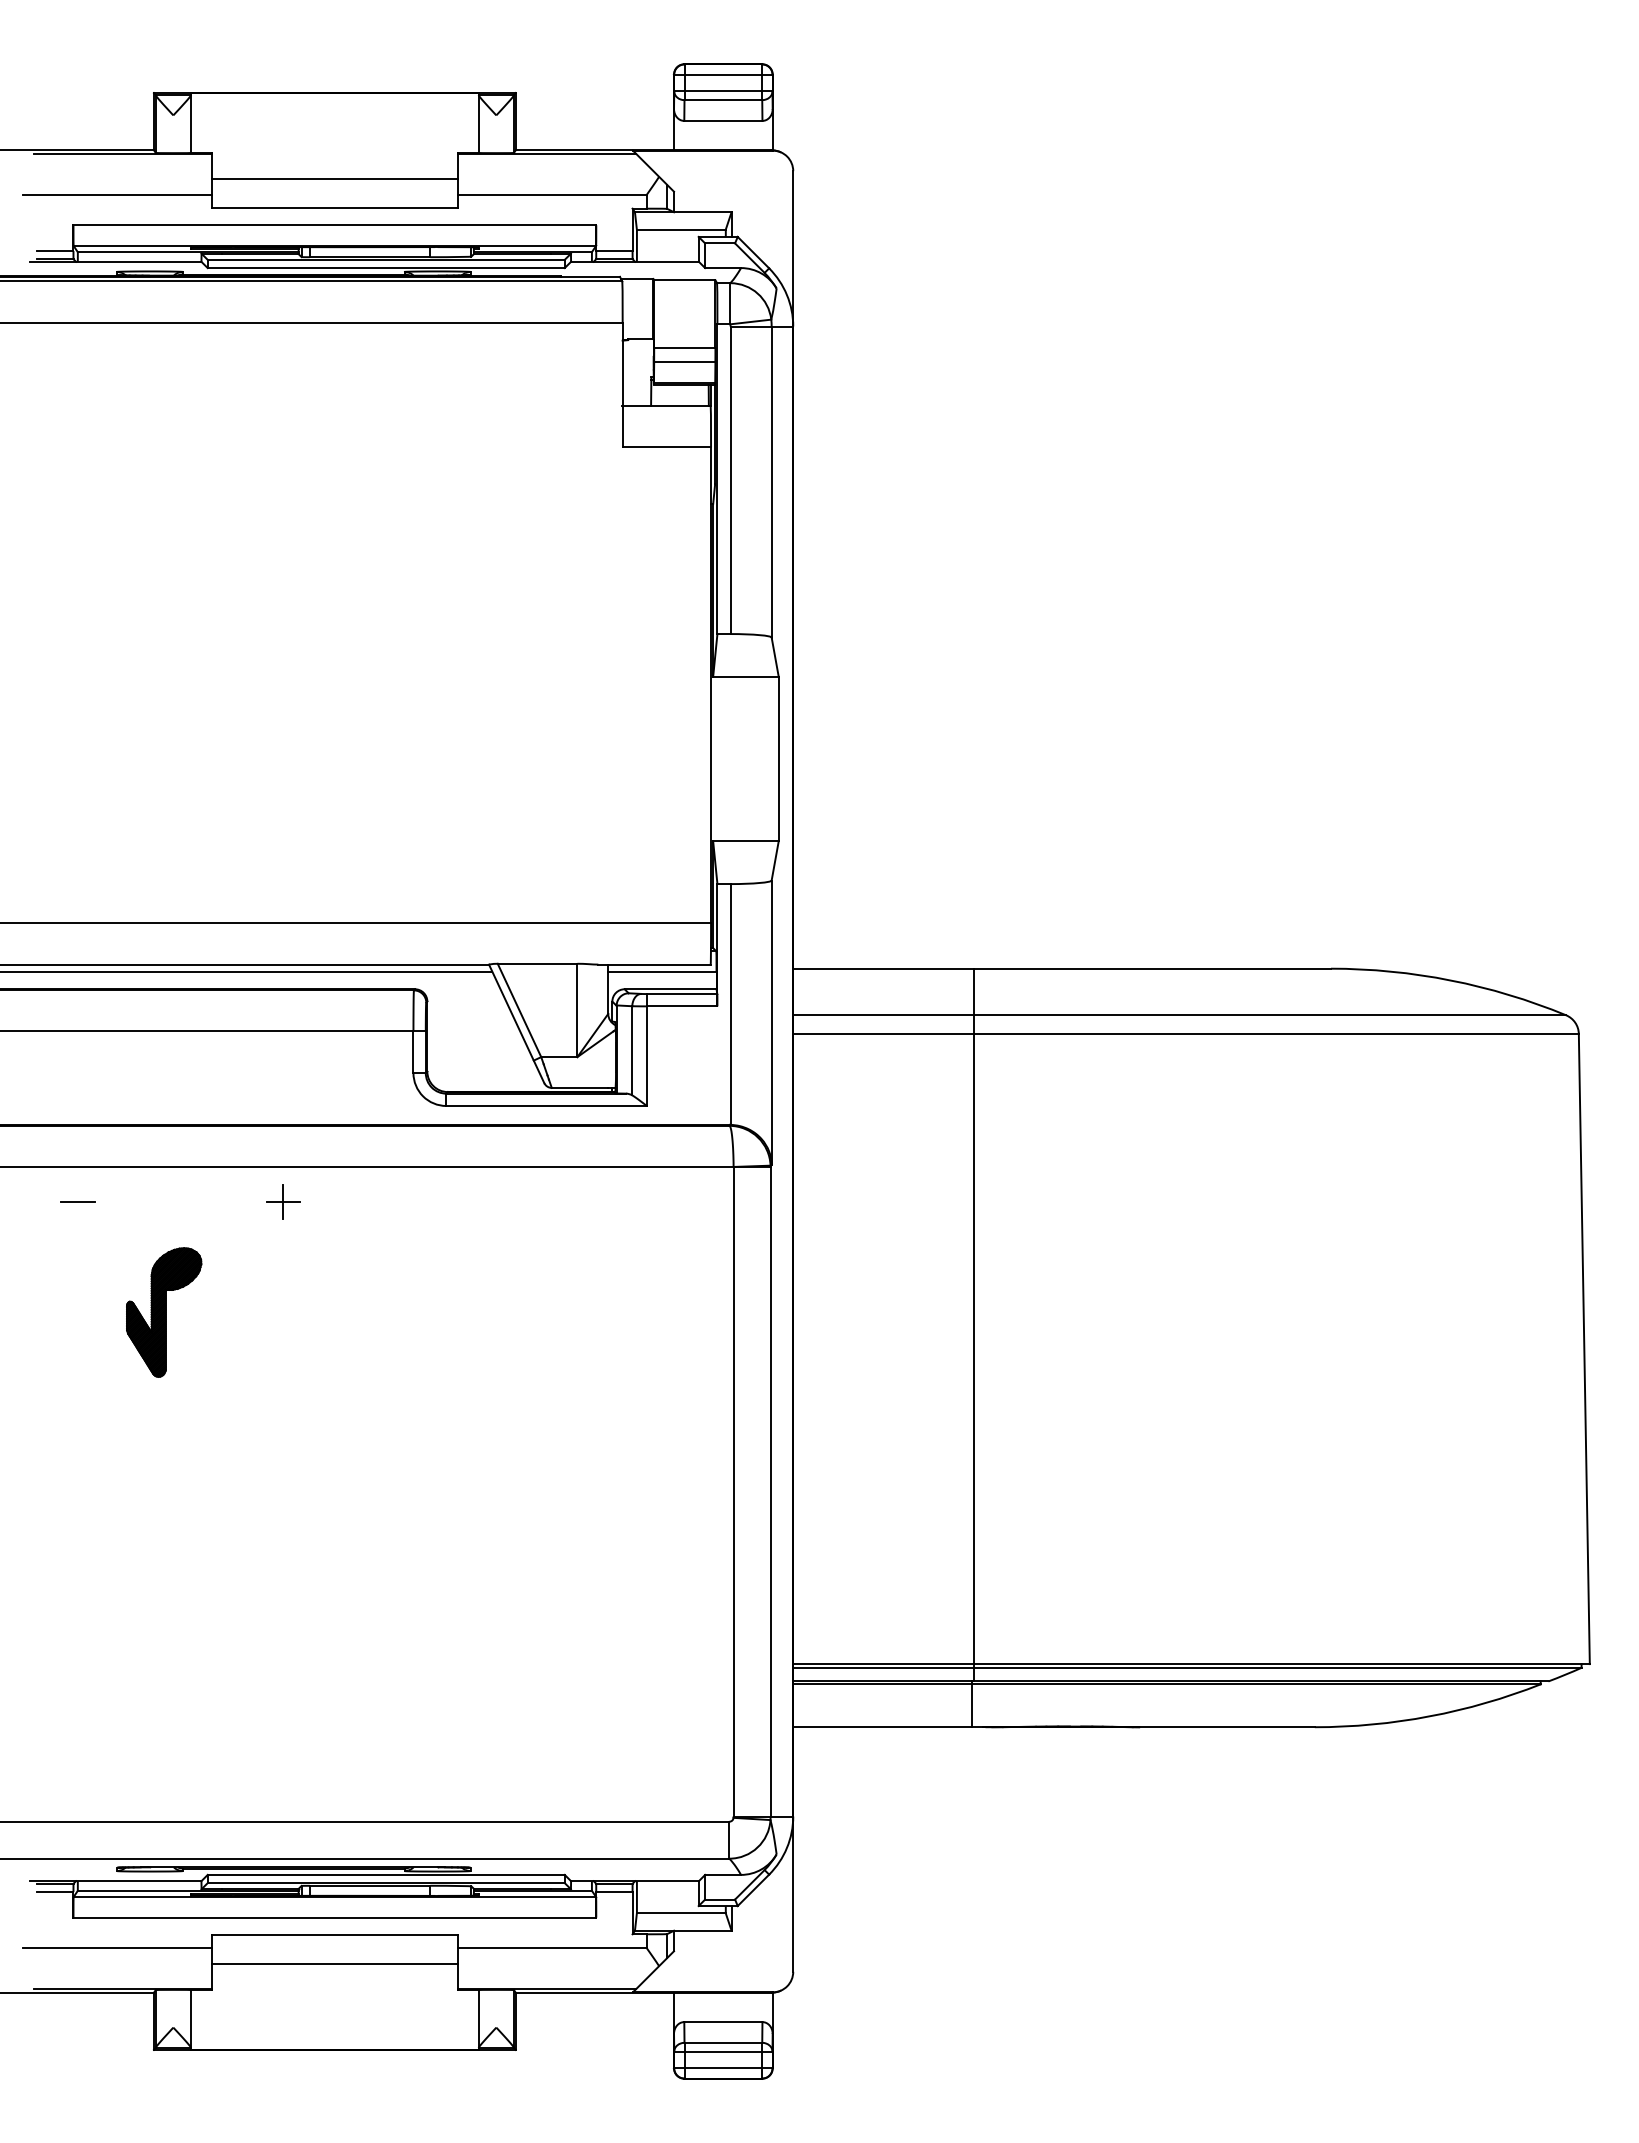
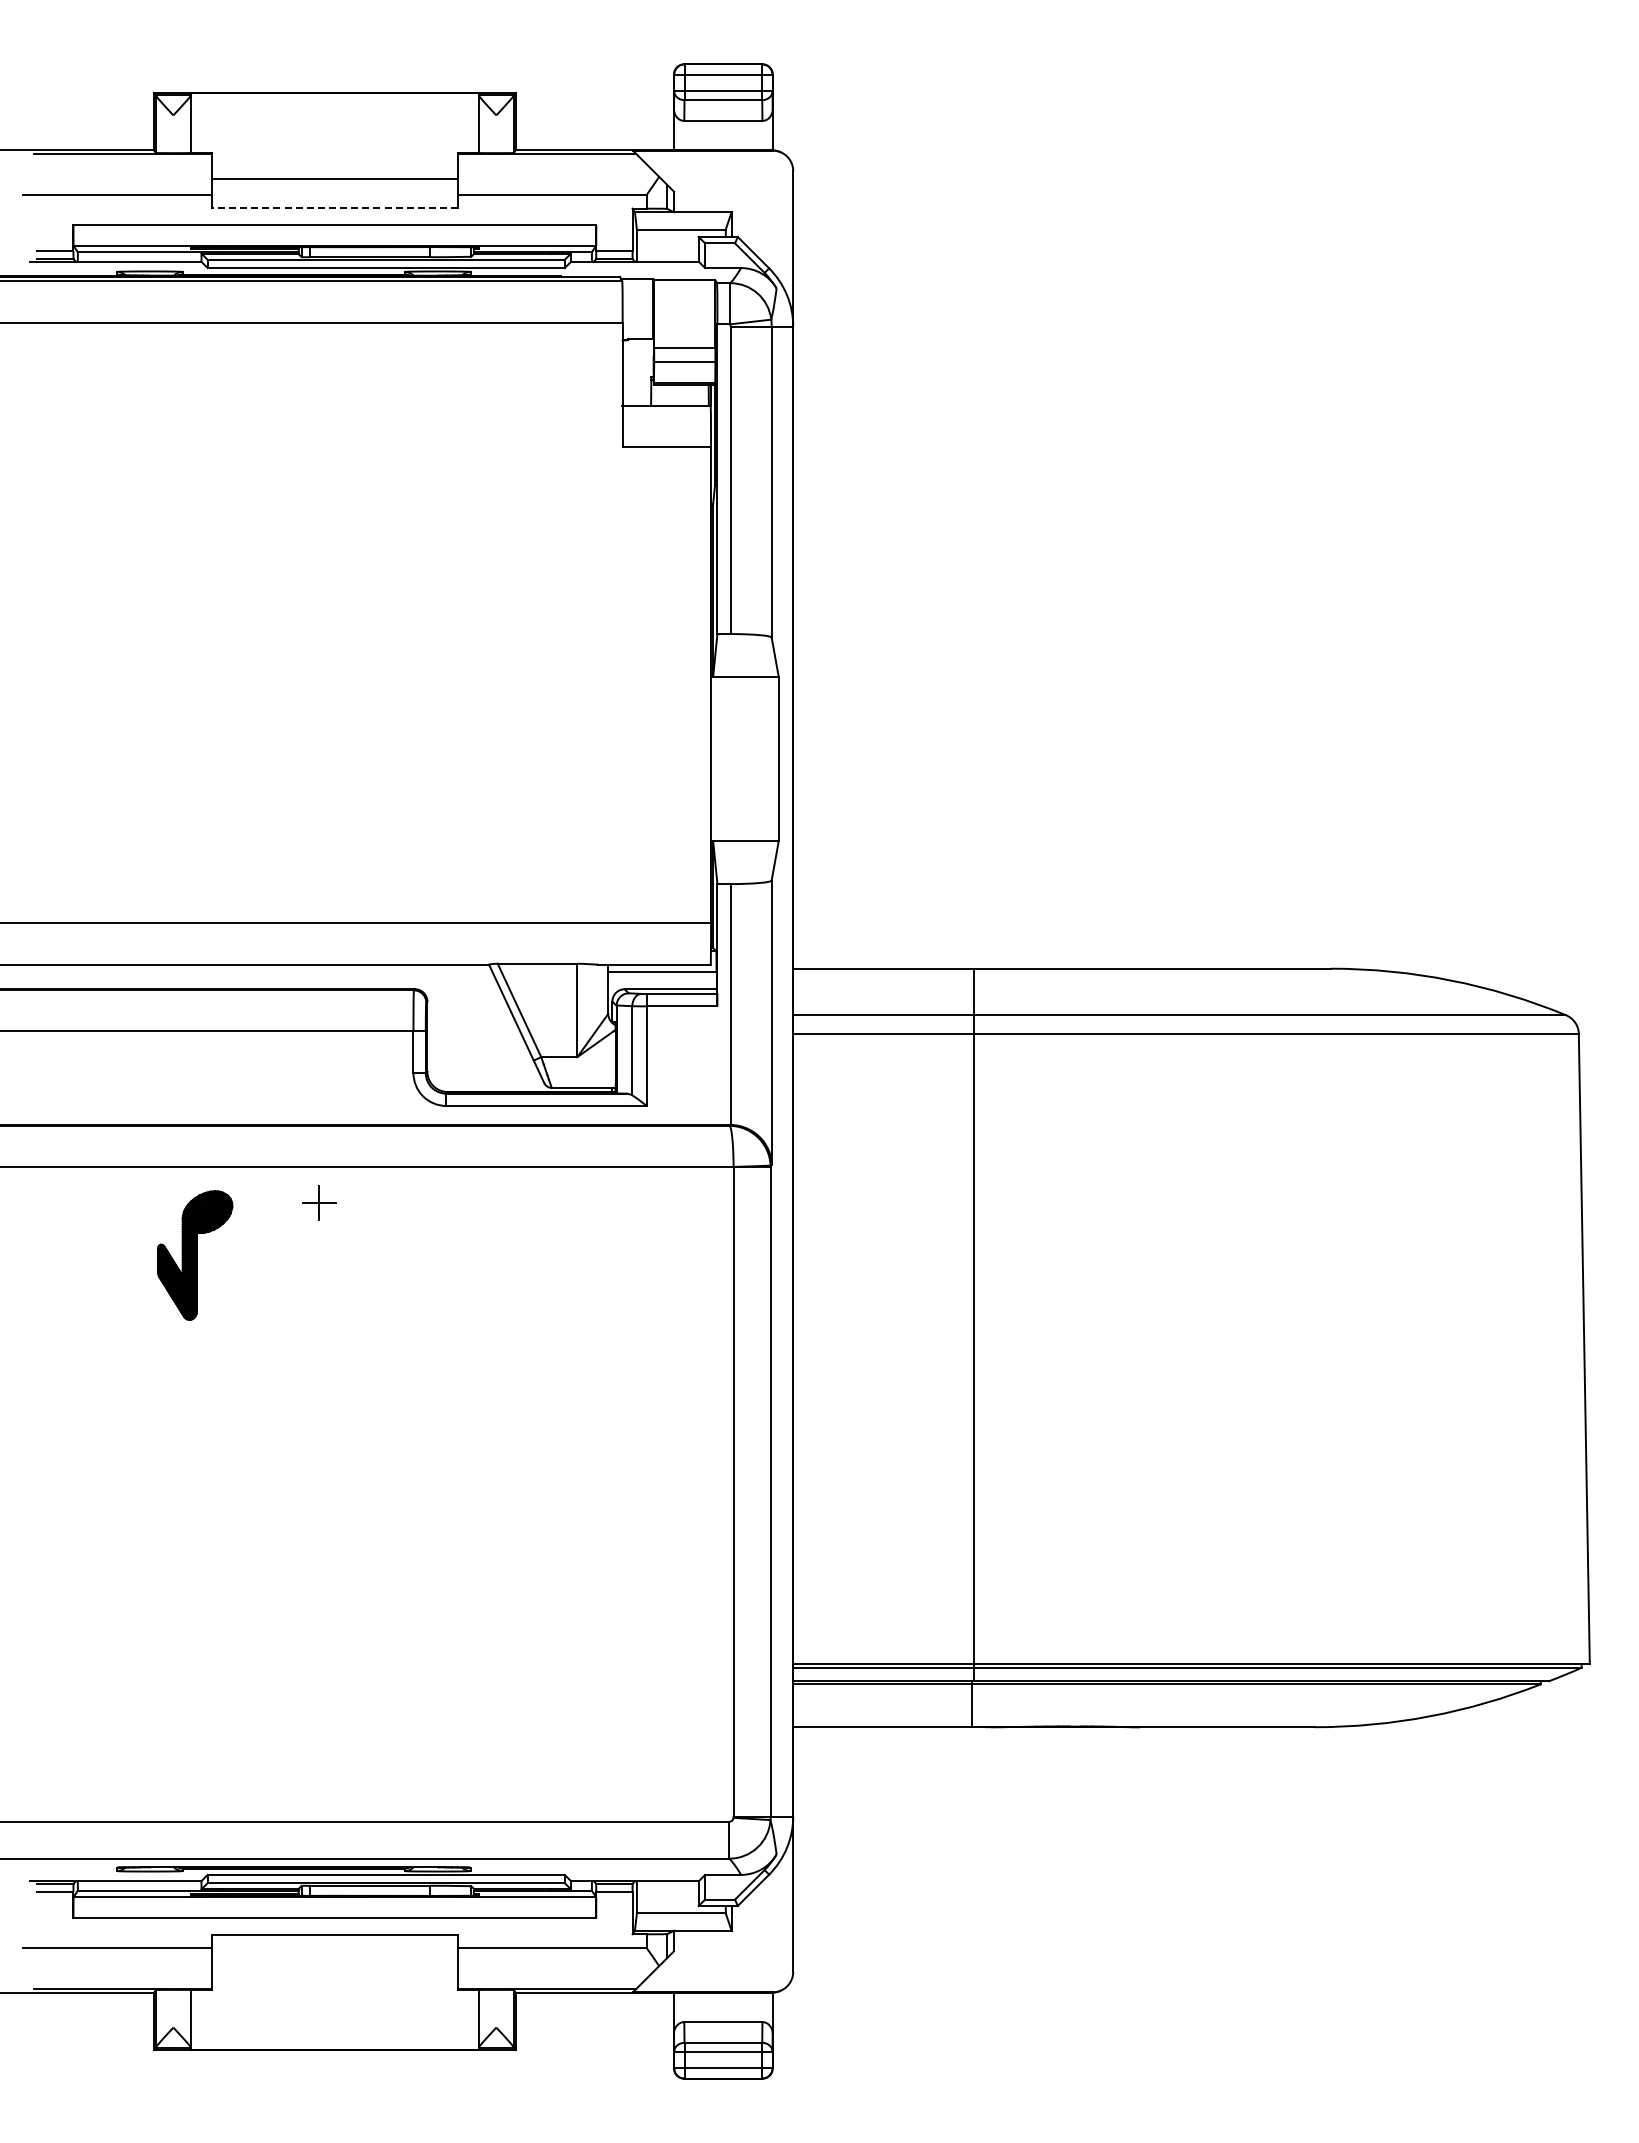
line at (334, 208): solid -> dashed
line at (247, 971): present -> none
part at (283, 1201) position: (283, 1201) -> (319, 1202)
line at (77, 1202): present -> none
part at (164, 1312) position: (164, 1312) -> (195, 1255)
line at (334, 1963): present -> none
